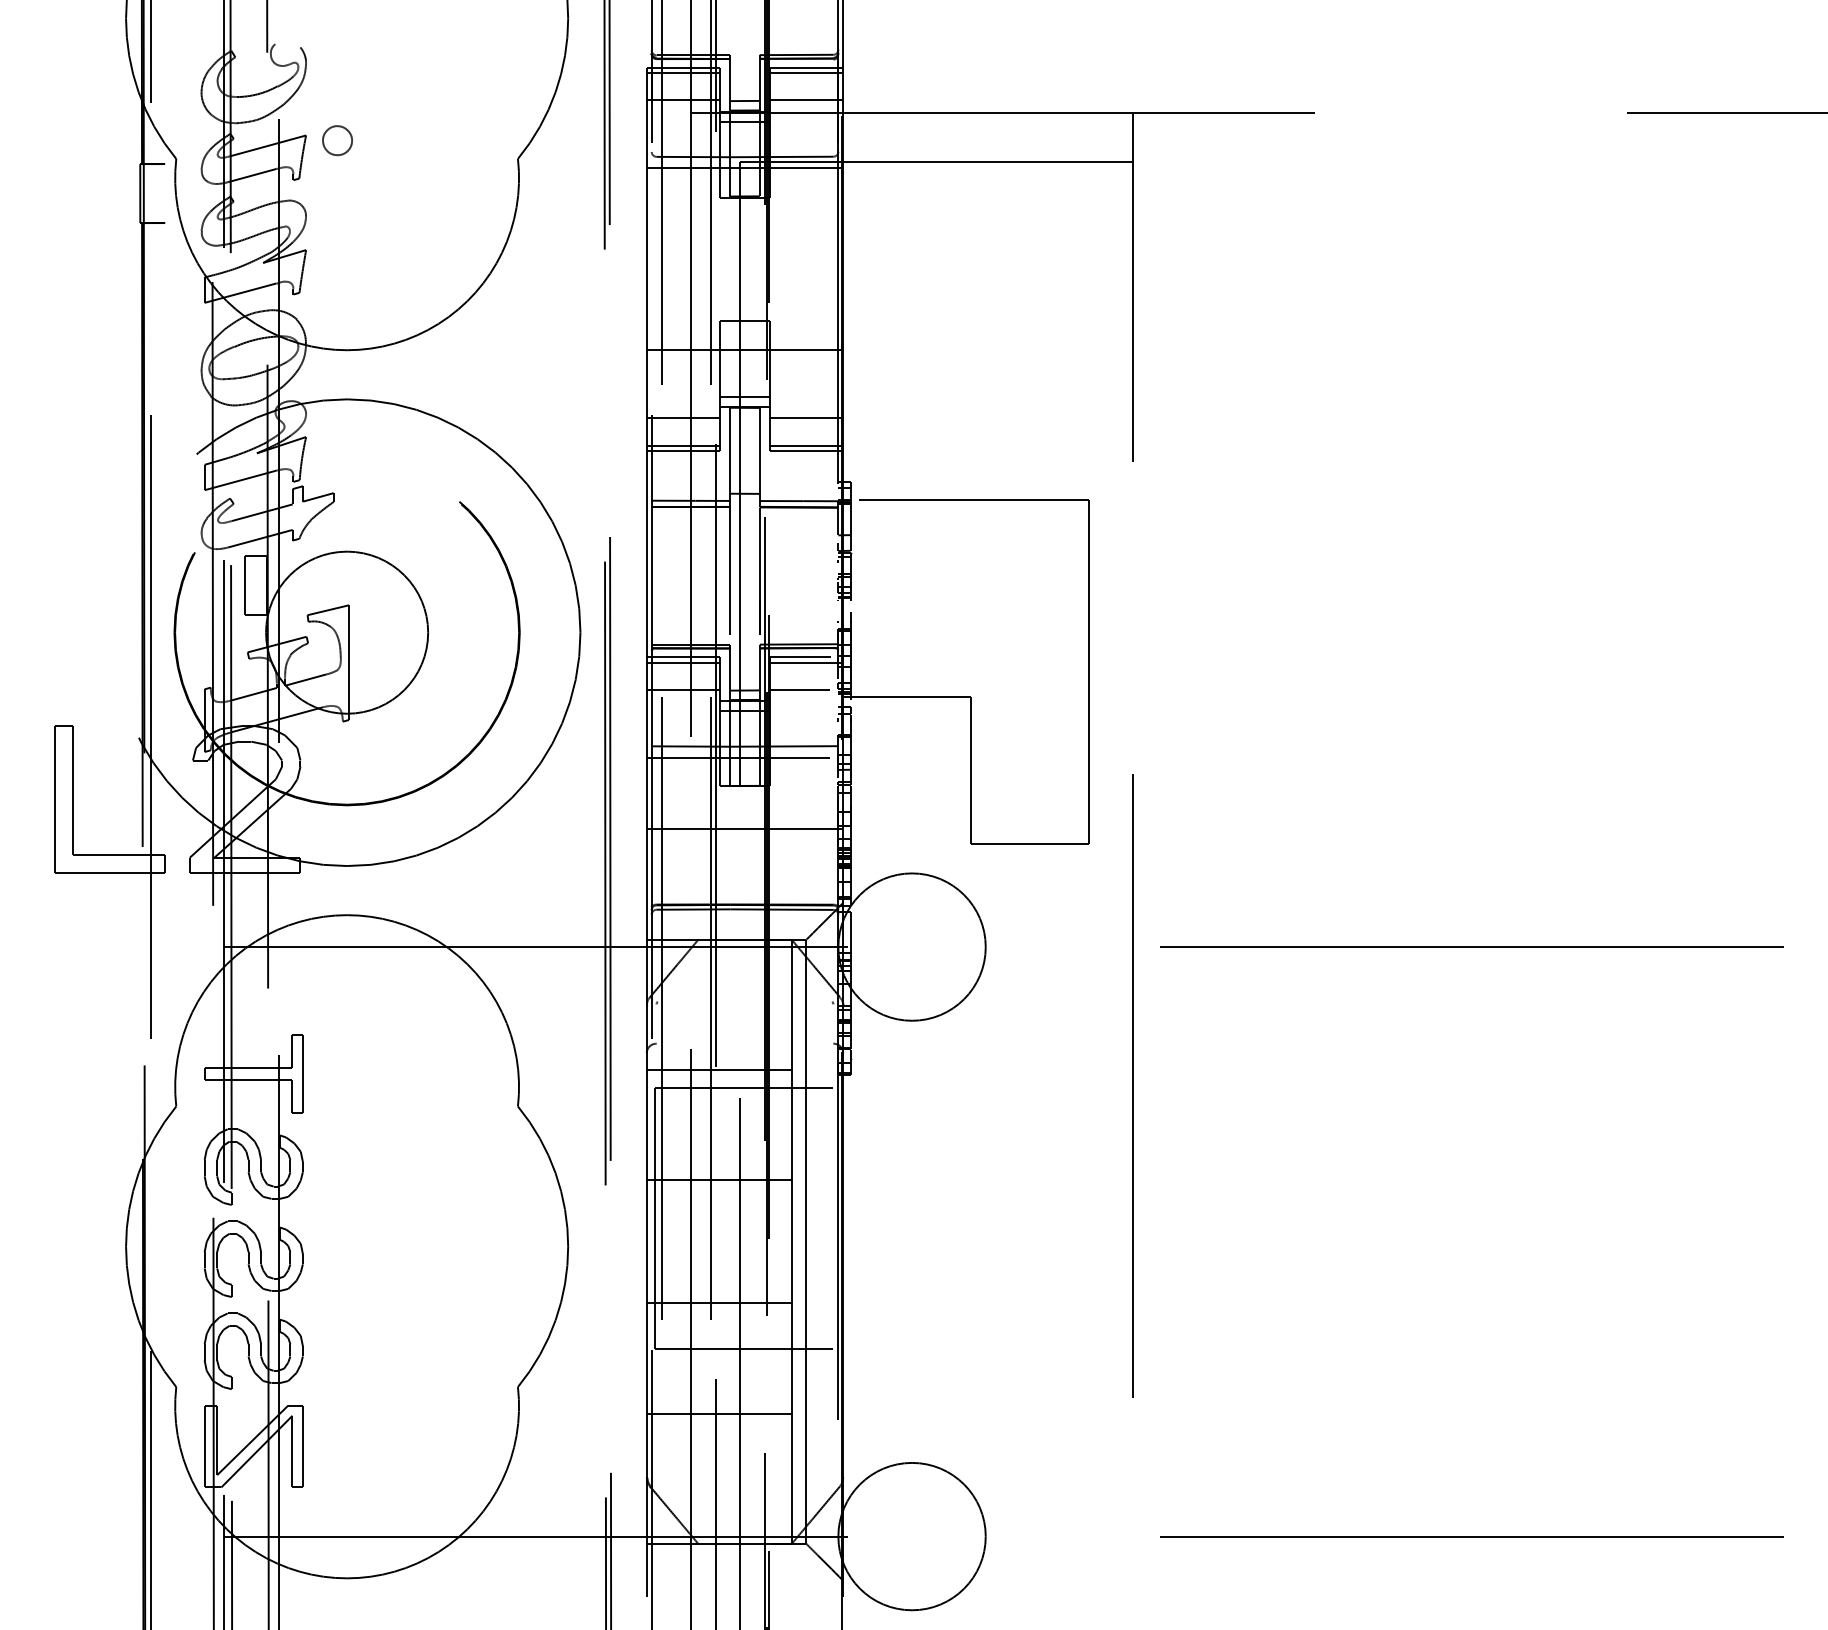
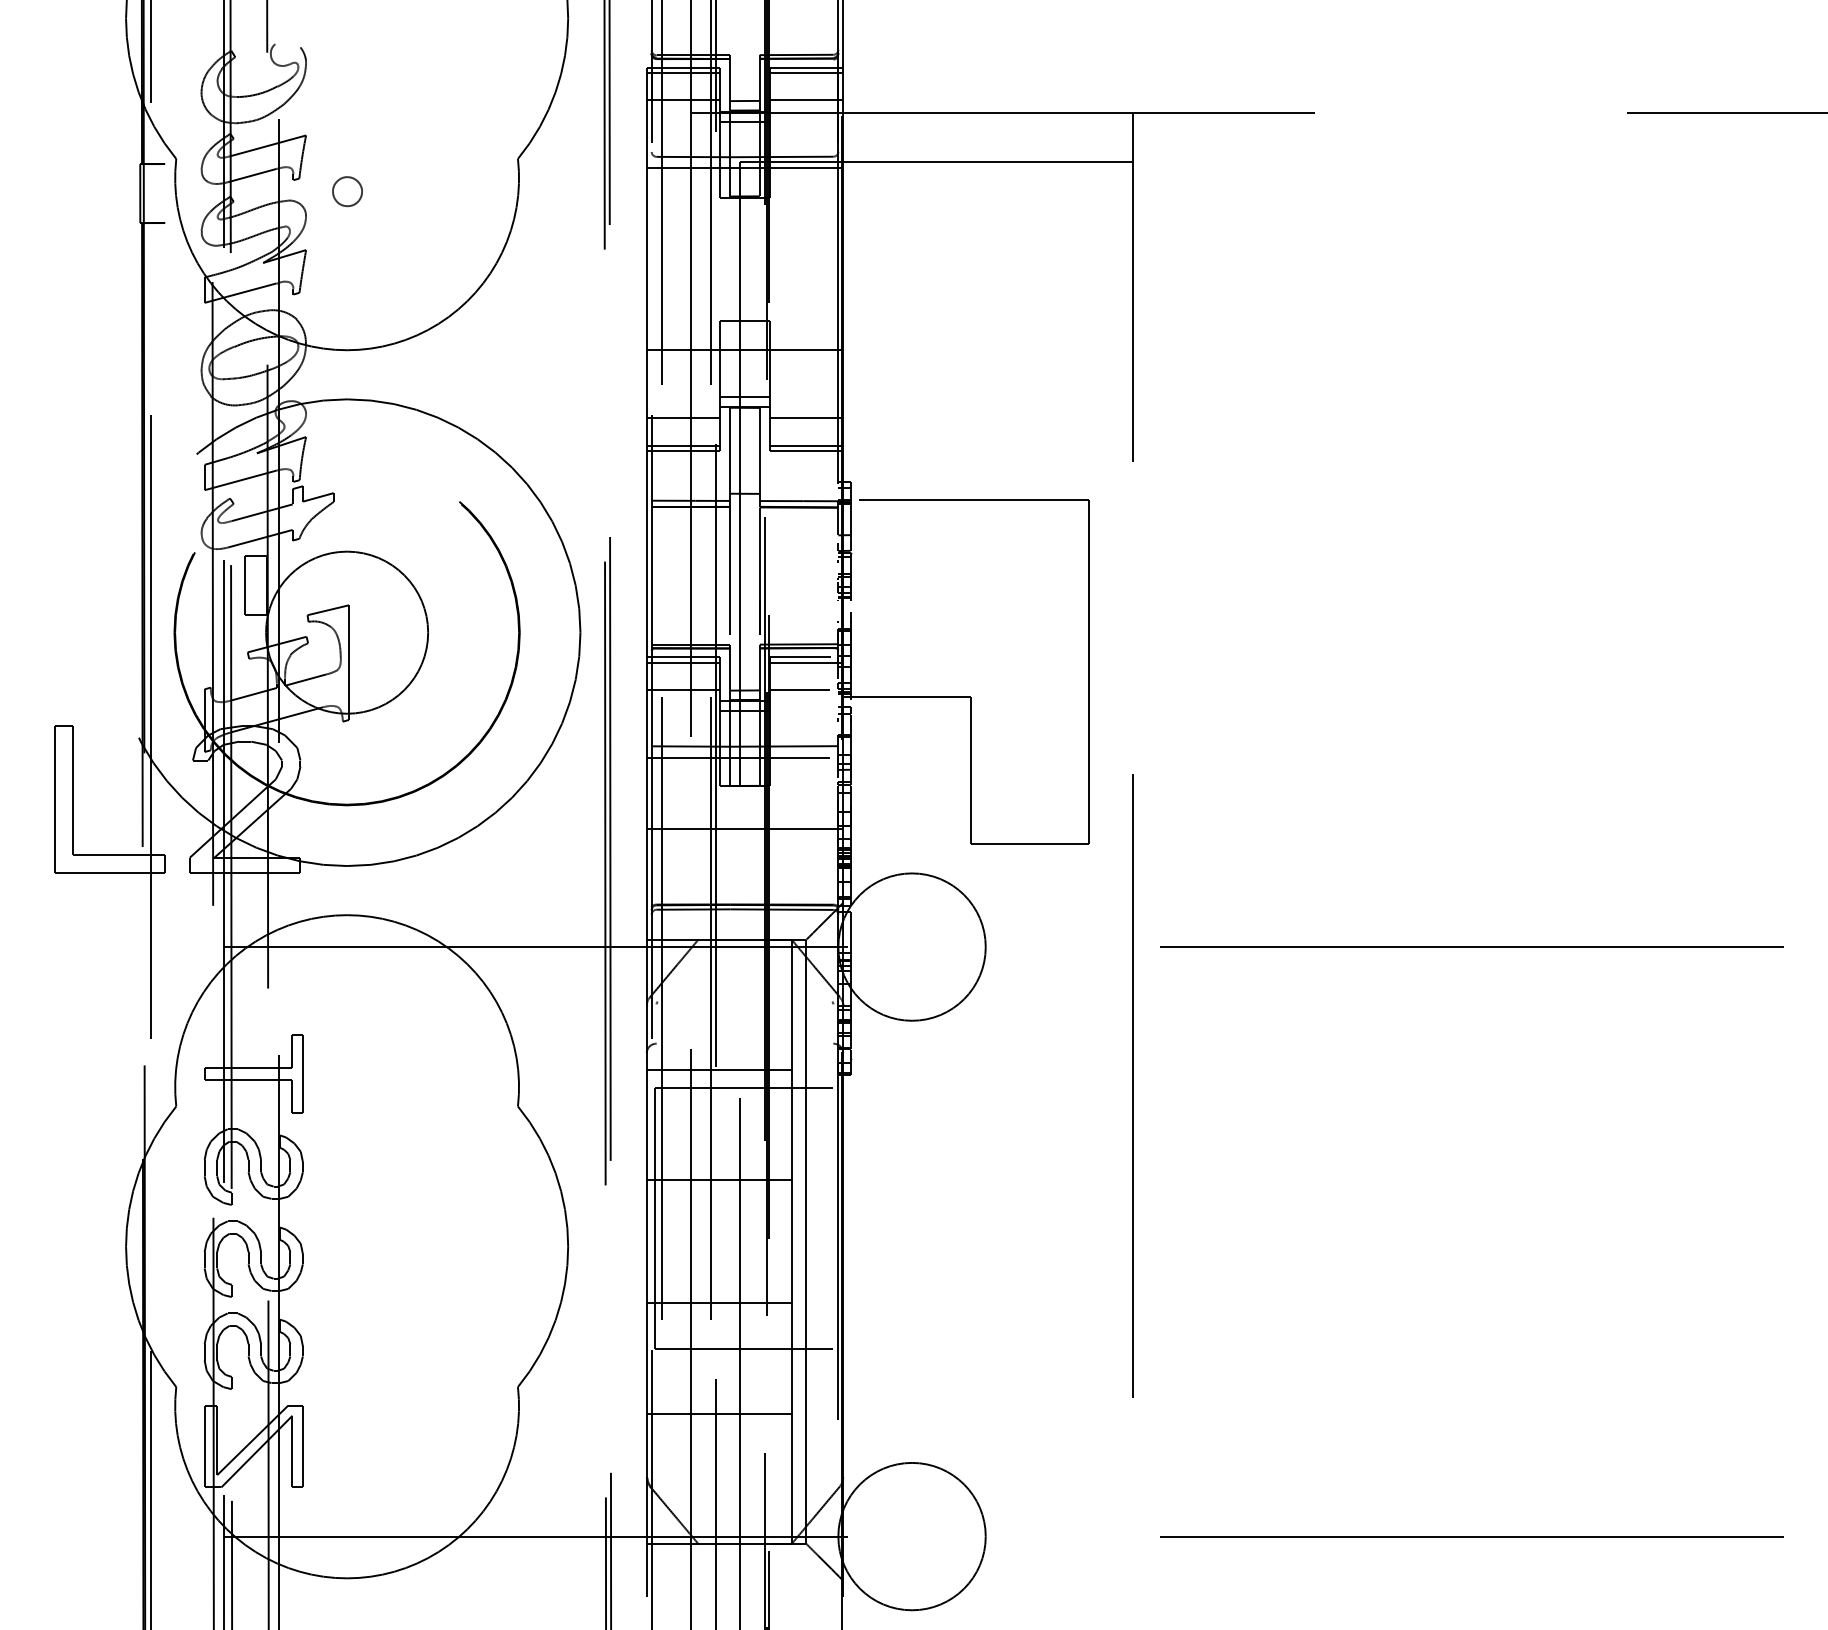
part at (337, 140) position: (337, 140) -> (347, 191)
